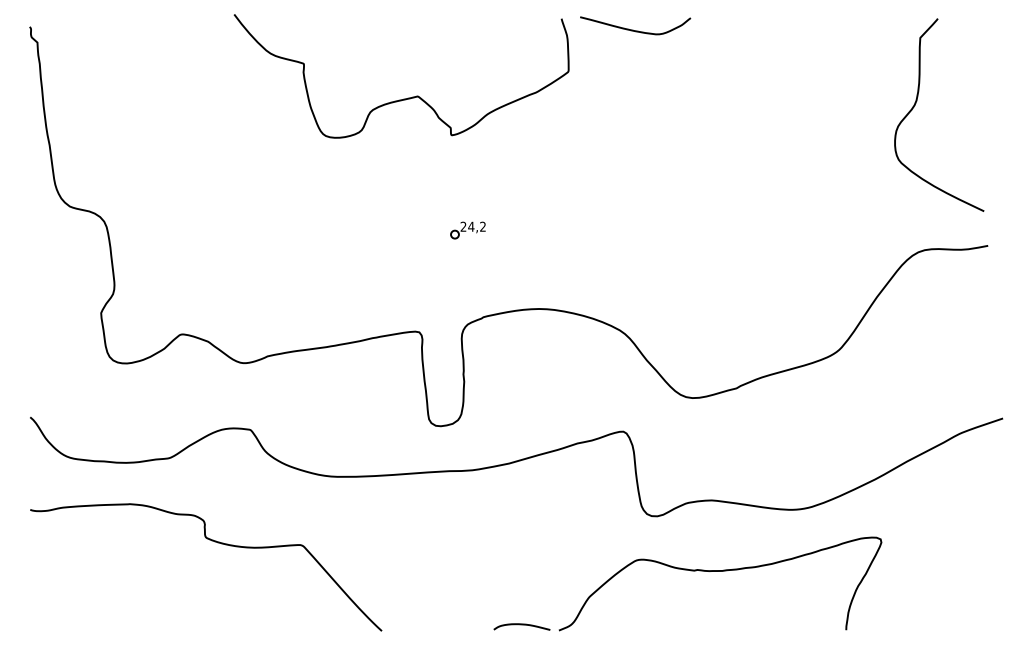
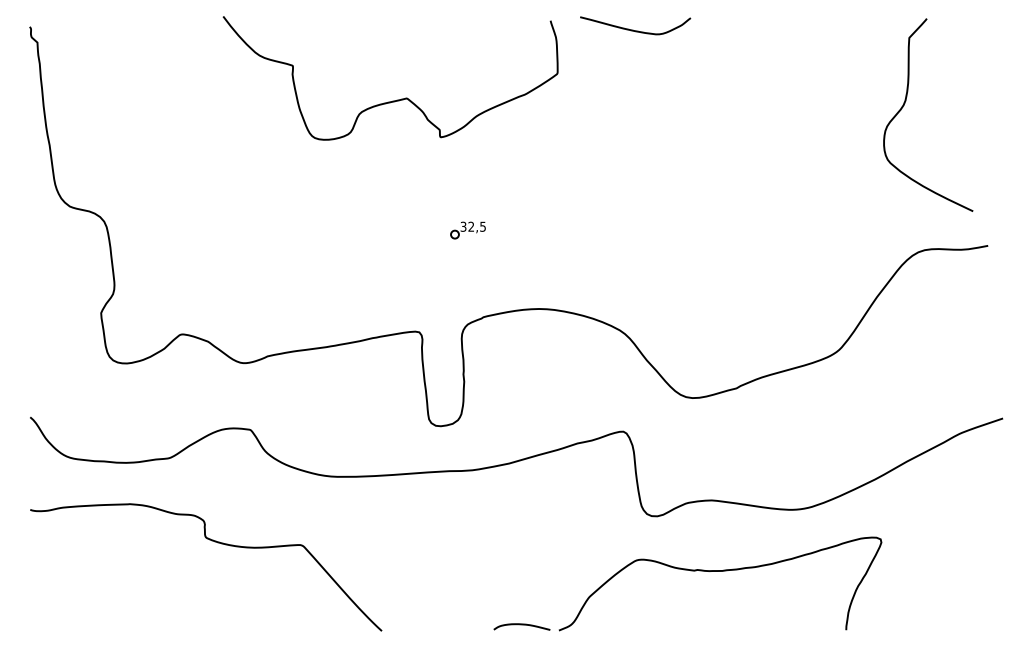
curve at (403, 98) position: (403, 98) -> (392, 100)
curve at (916, 103) position: (916, 103) -> (905, 103)
text at (472, 226): 24,2 -> 32,5
